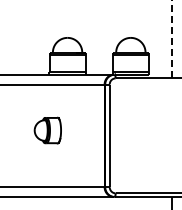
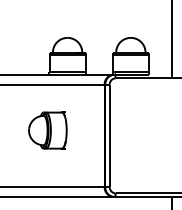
line at (171, 39): dashed -> solid
part at (47, 130) size: 29x29 px -> 40x39 px
